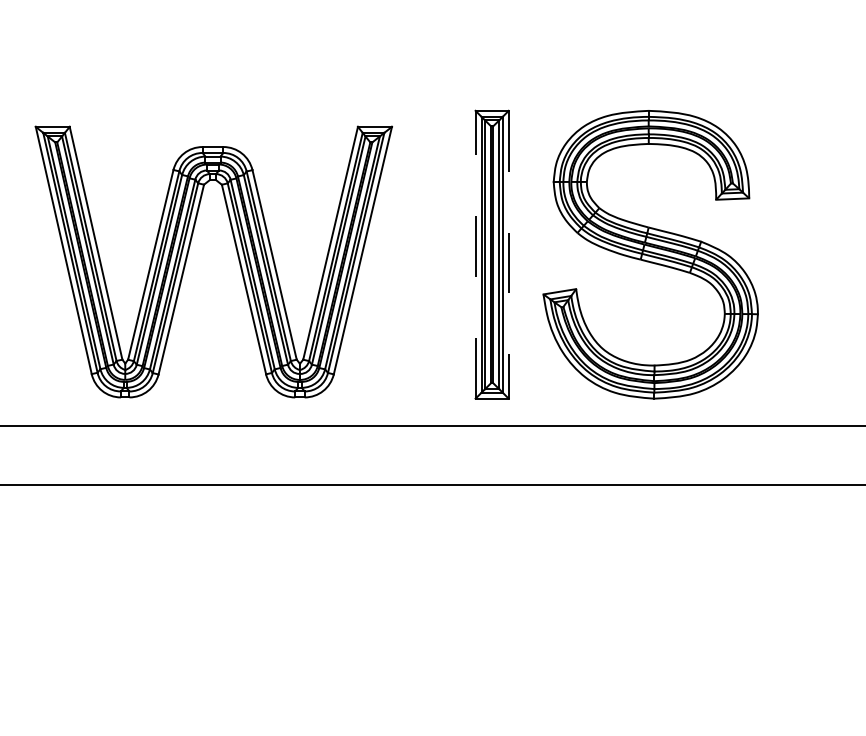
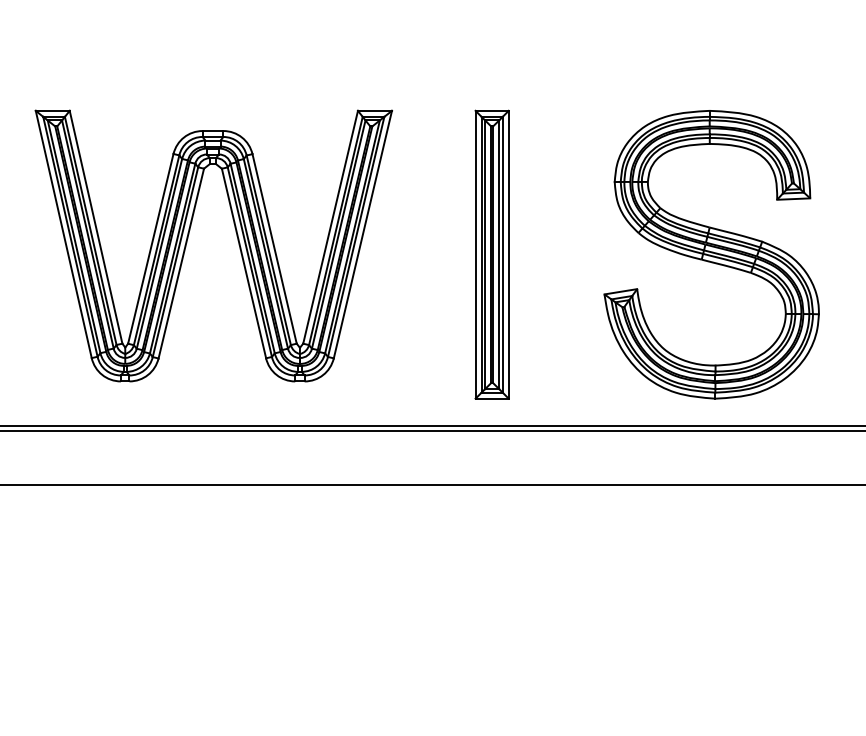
line at (475, 254): dashed -> solid
line at (508, 254): dashed -> solid
part at (650, 254) position: (650, 254) -> (711, 254)
part at (237, 256) position: (237, 256) -> (237, 240)
line at (432, 431): none -> present
